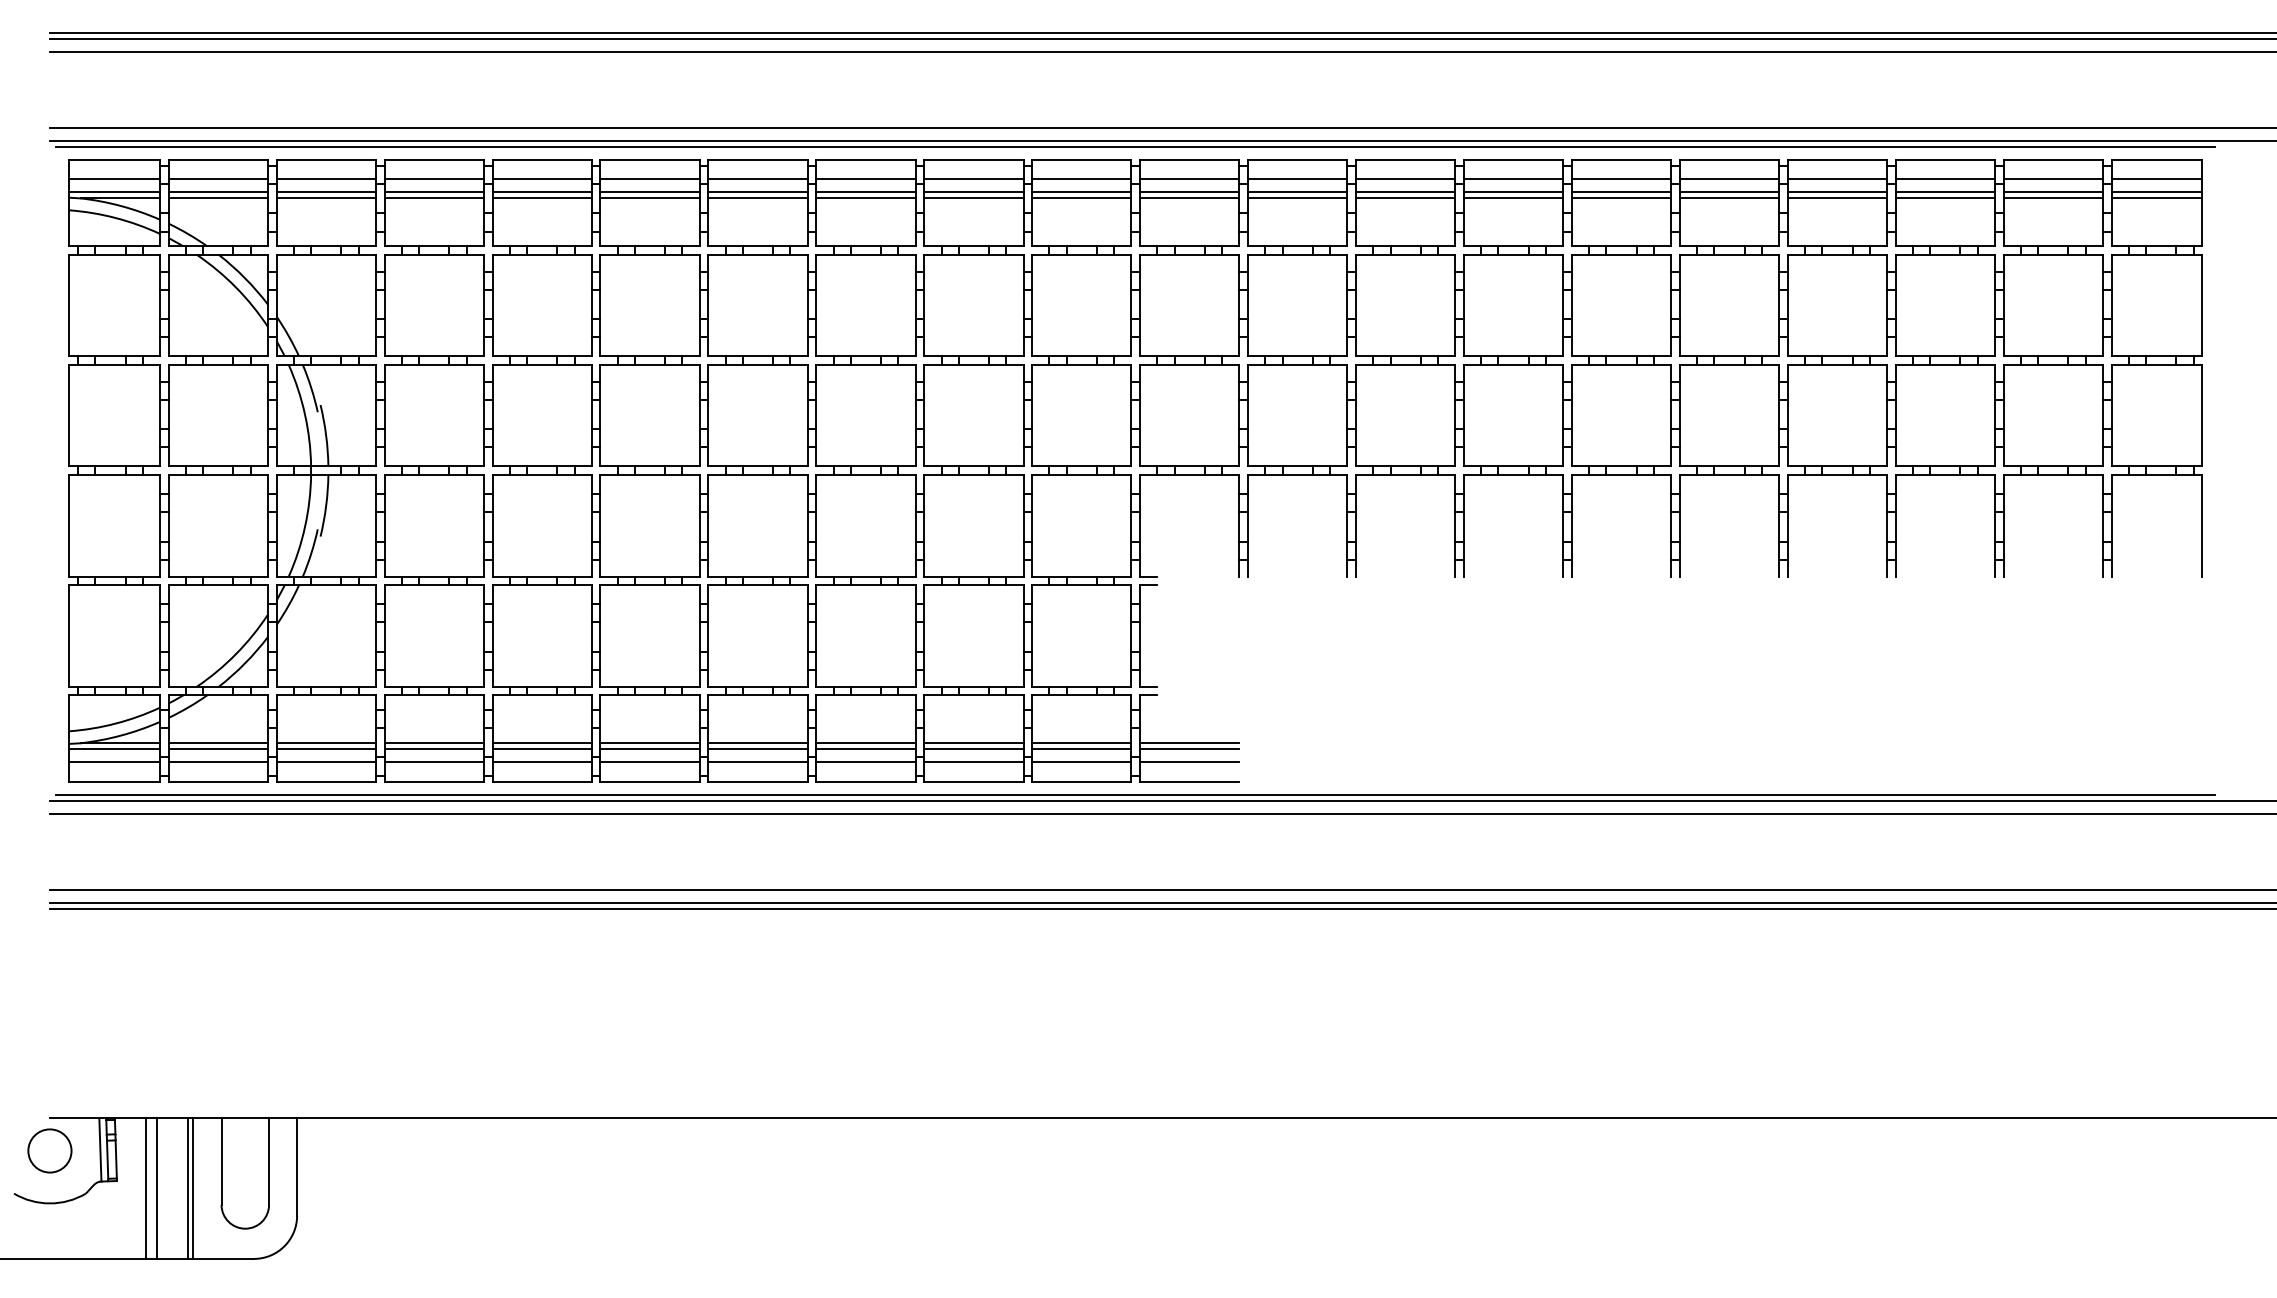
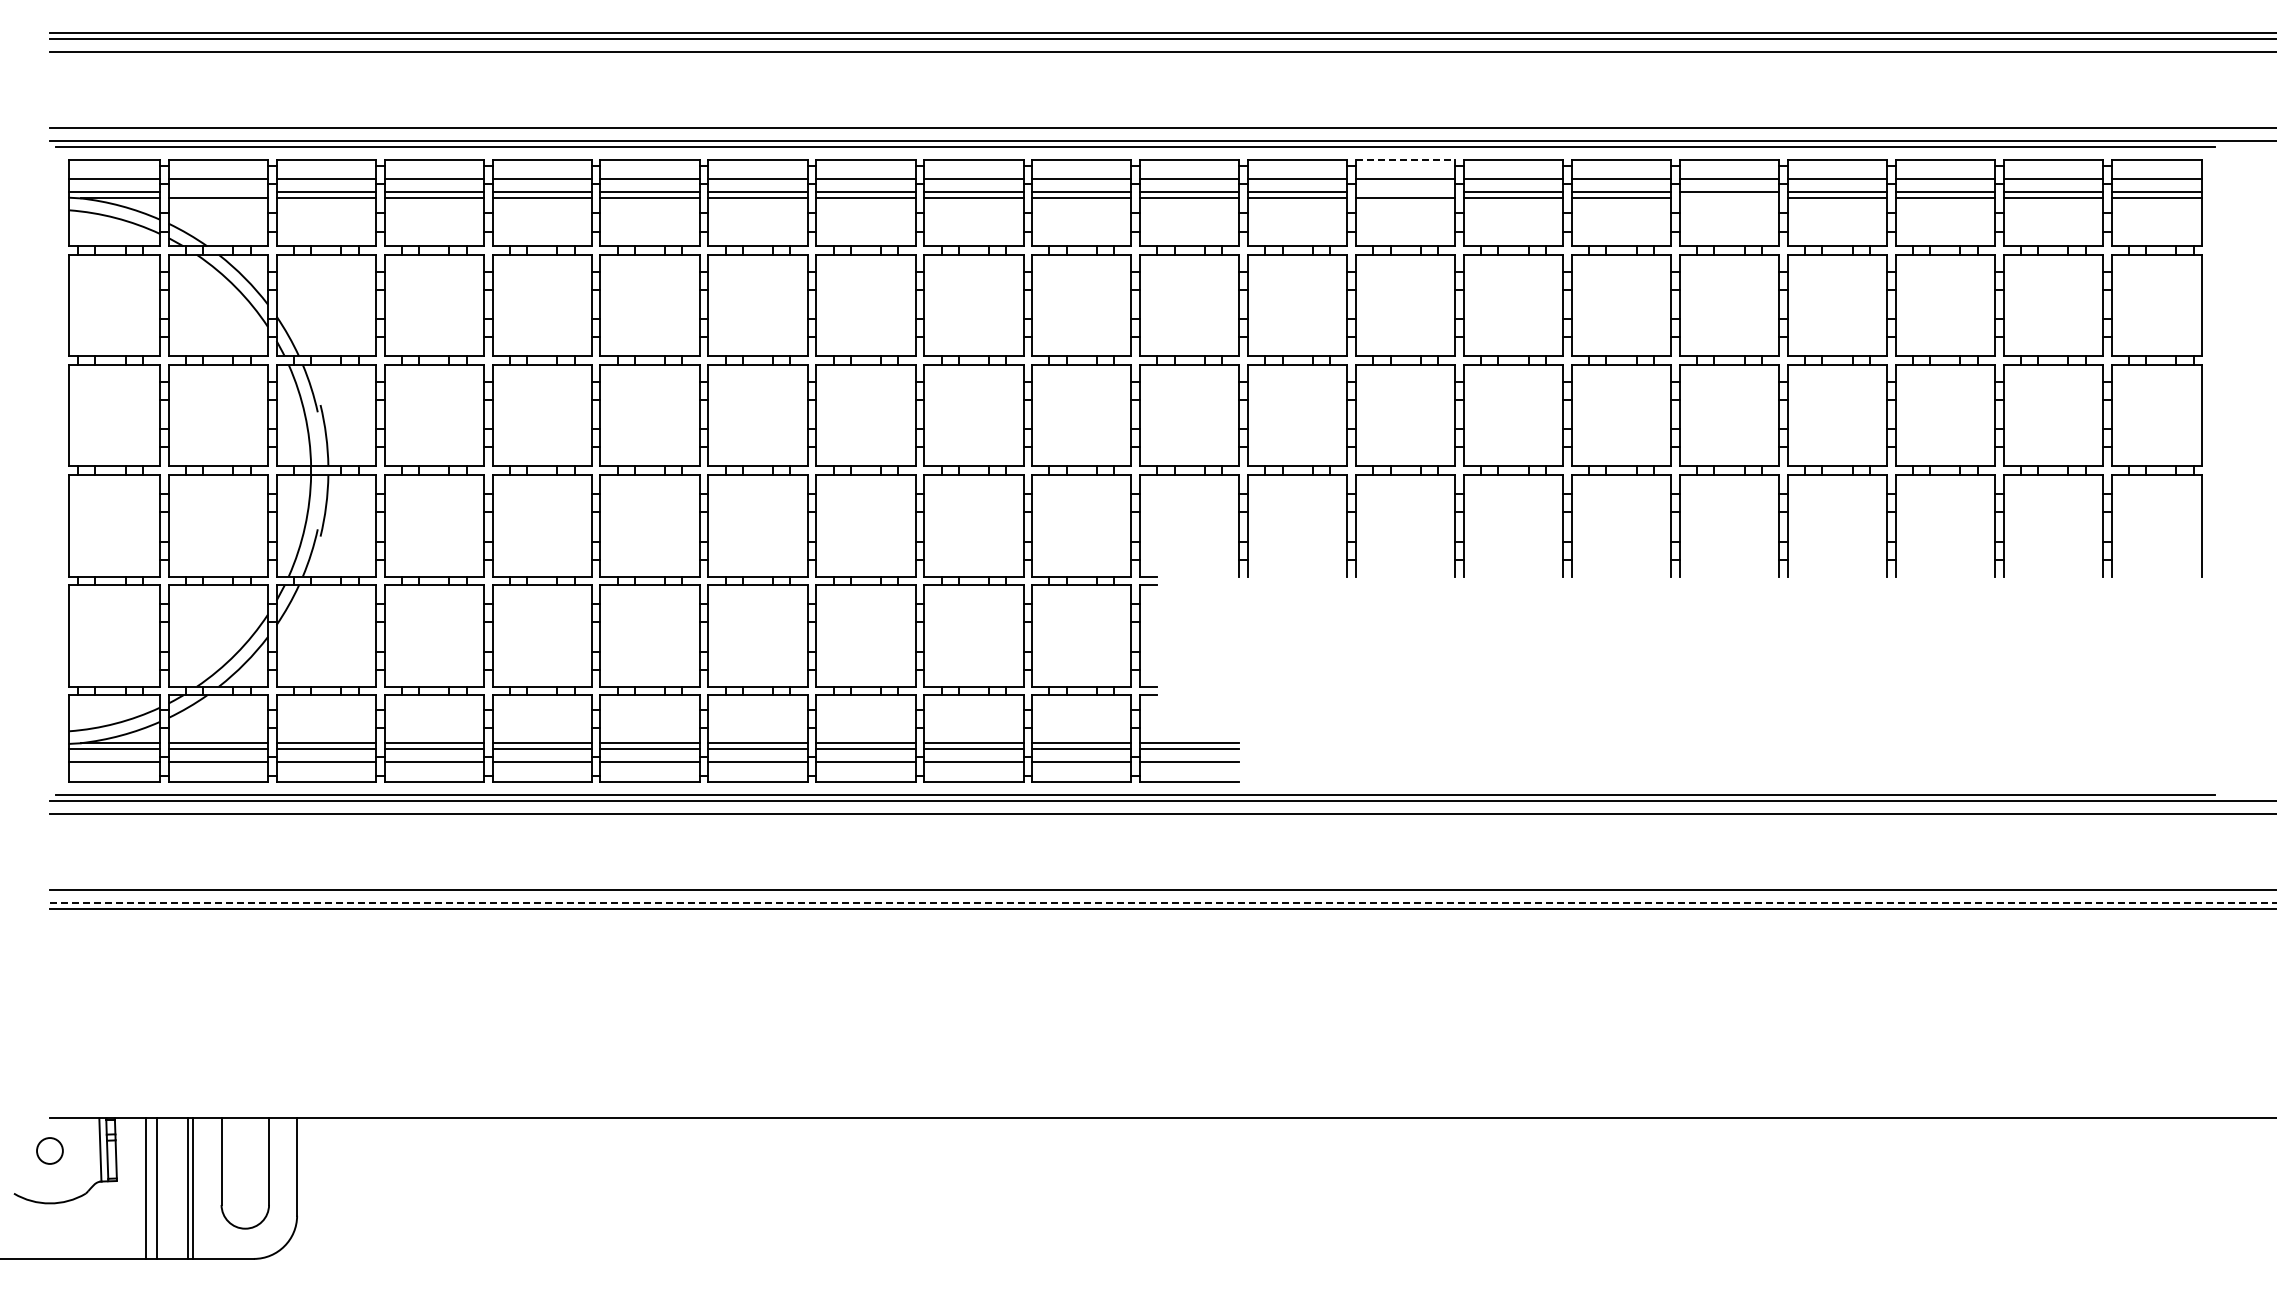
line at (1405, 159): solid -> dashed
line at (217, 192): present -> none
line at (1405, 192): present -> none
line at (1729, 198): present -> none
line at (1163, 902): solid -> dashed
circle at (49, 1150) size: 46x46 px -> 28x28 px
